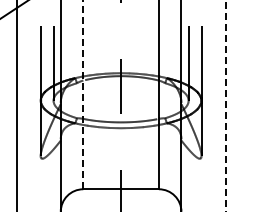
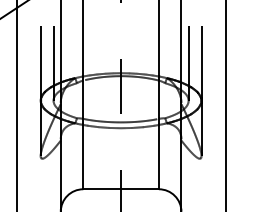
line at (83, 94): dashed -> solid
line at (225, 106): dashed -> solid
